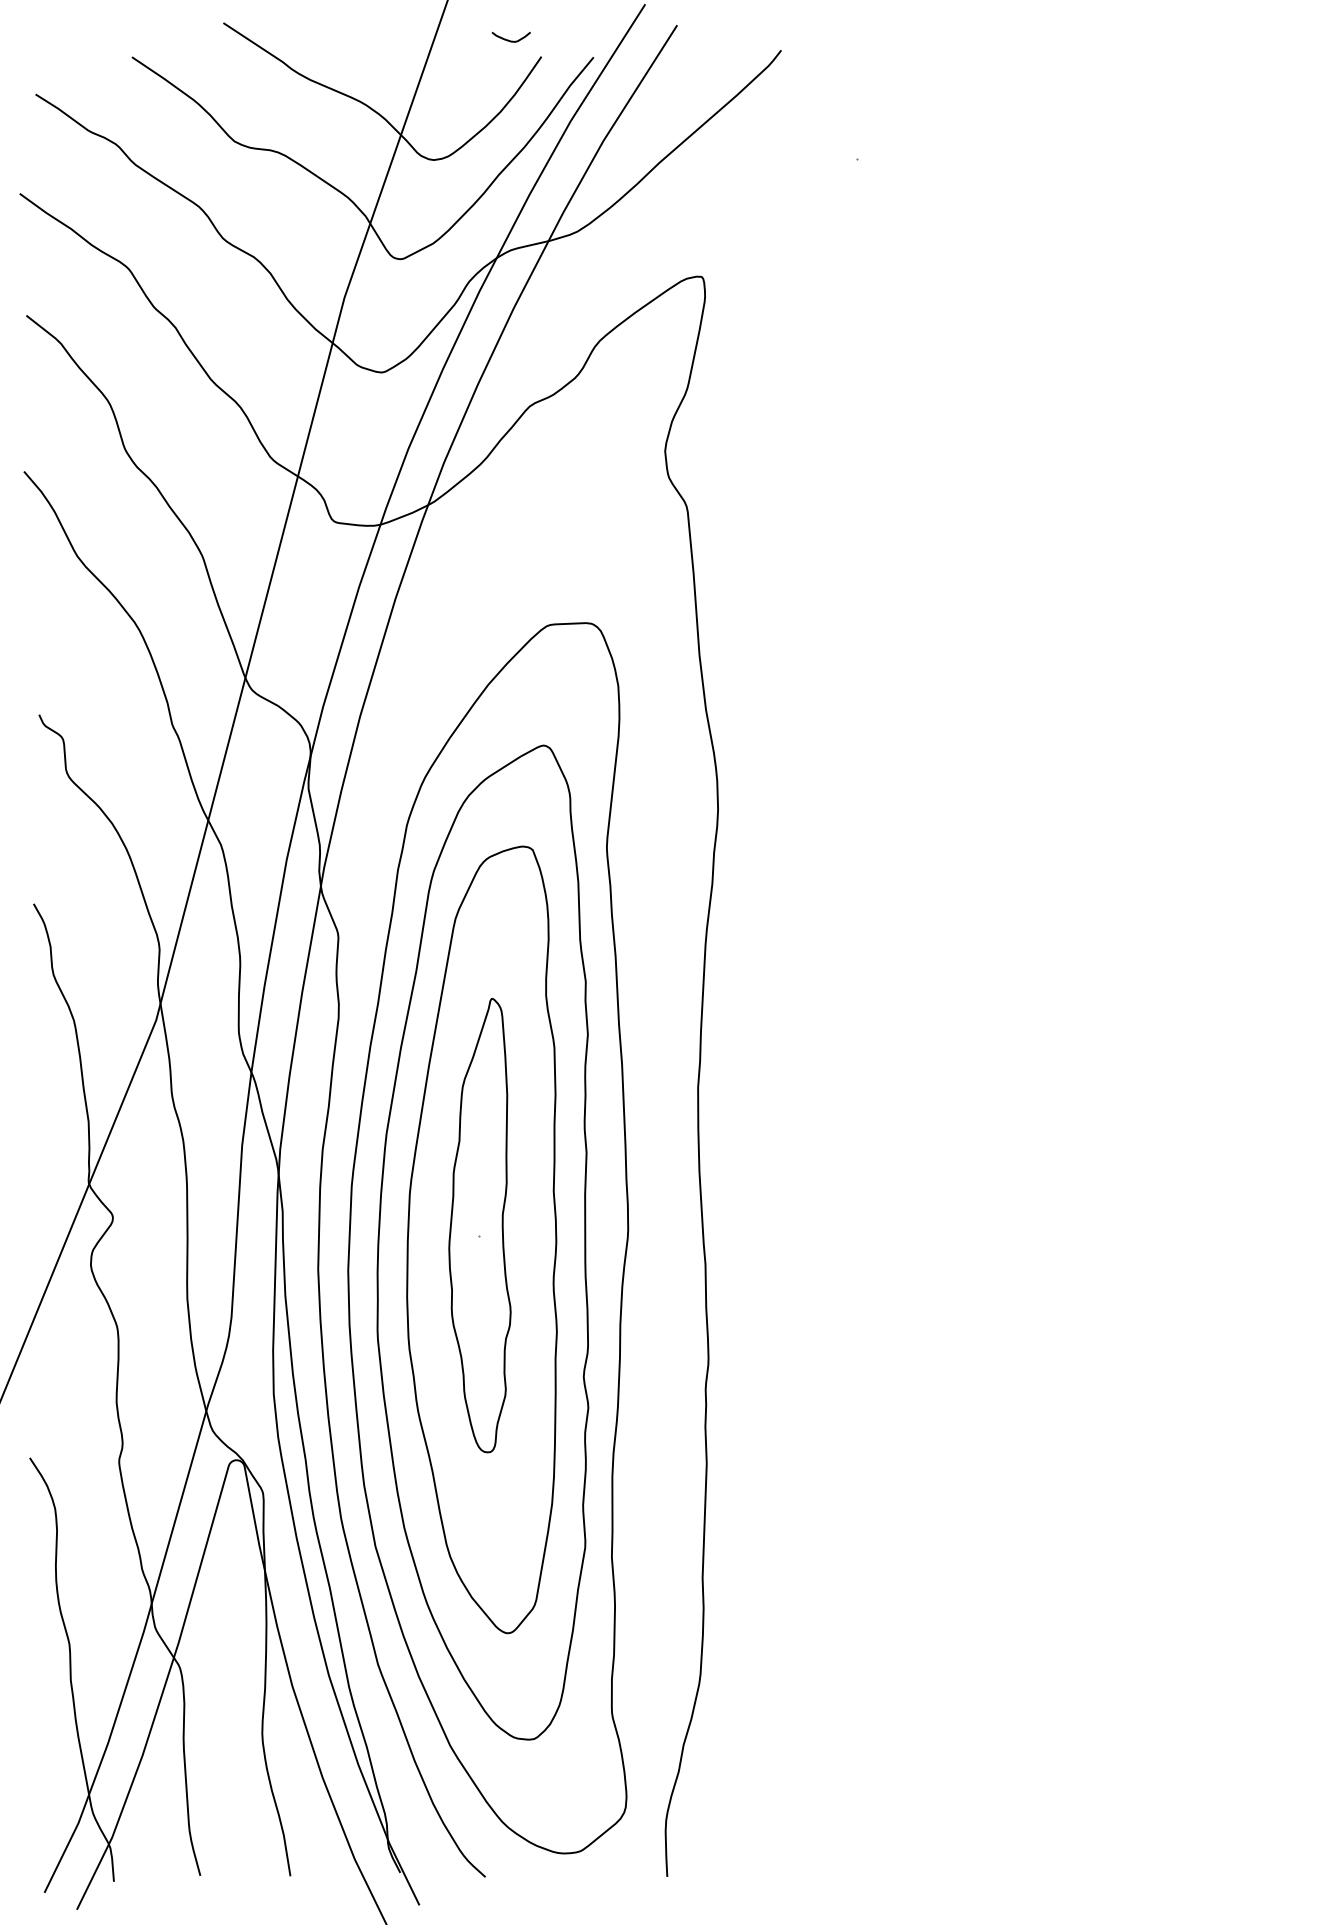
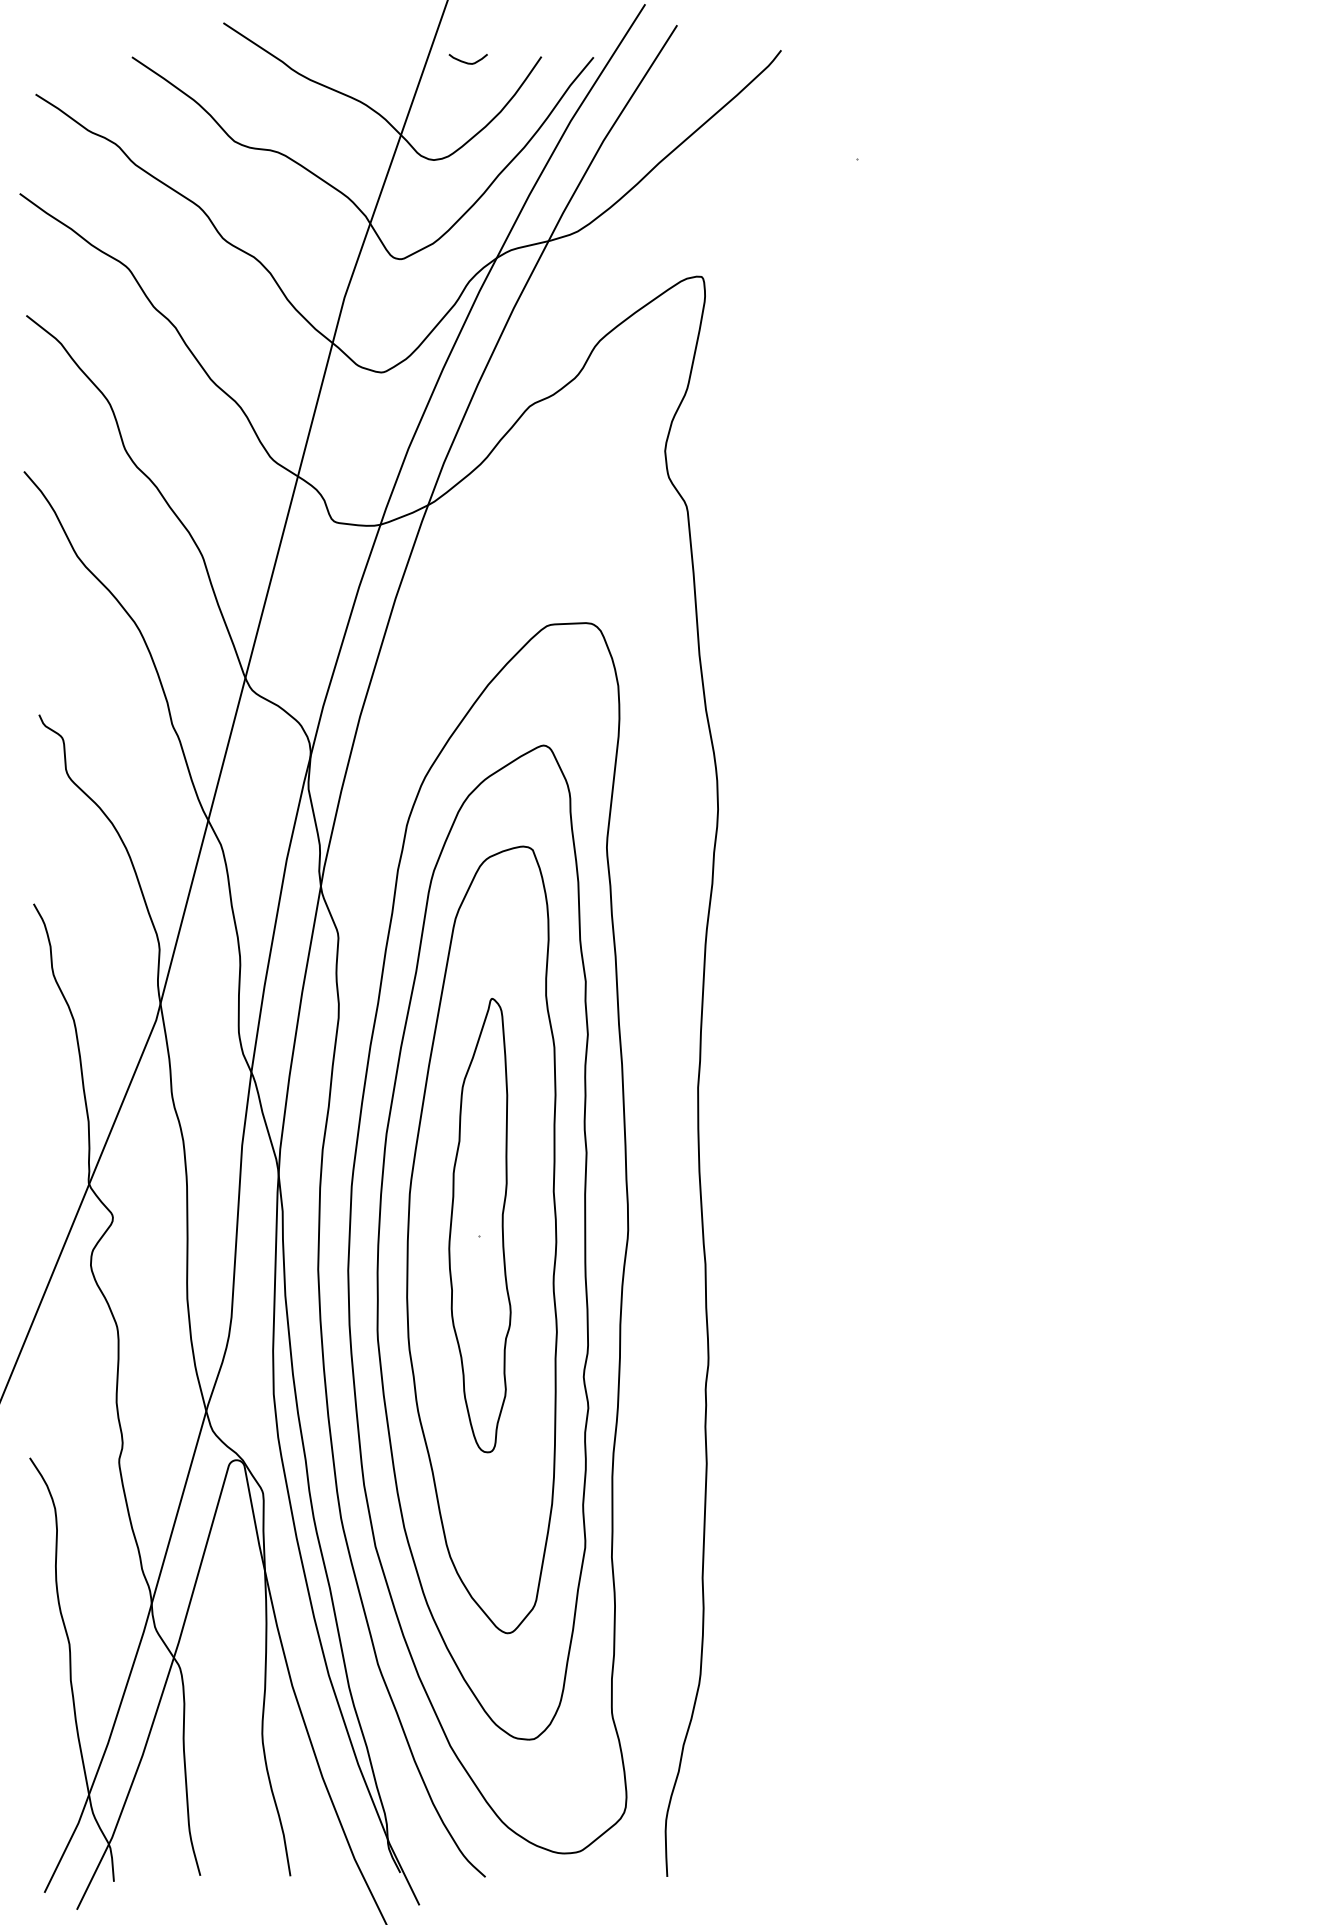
curve at (508, 39) position: (508, 39) -> (465, 61)
